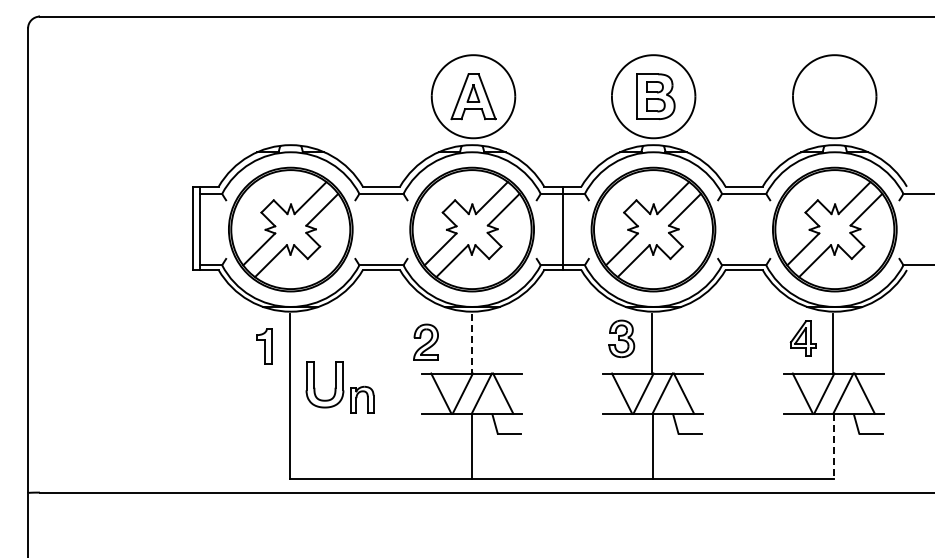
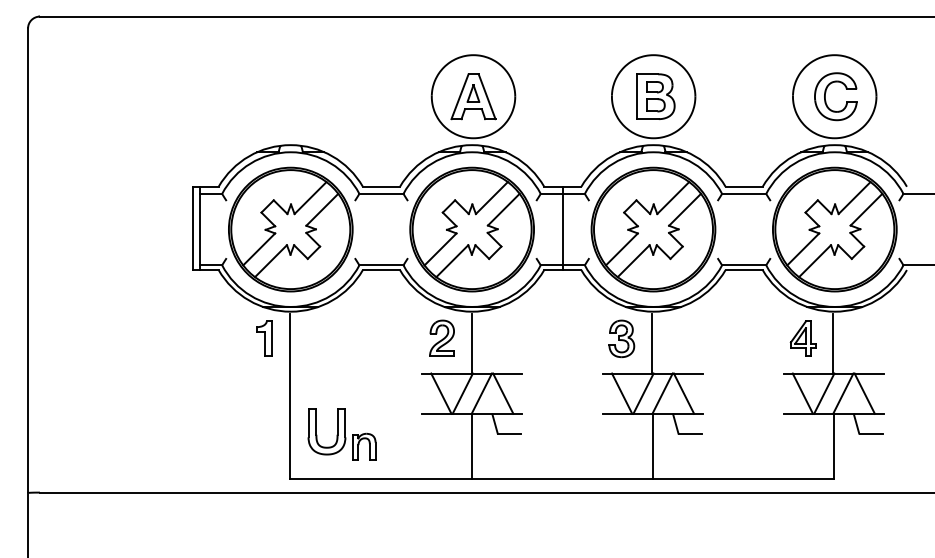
part at (826, 92): none -> present
part at (425, 341) position: (425, 341) -> (441, 337)
line at (471, 343): dashed -> solid
part at (264, 346) position: (264, 346) -> (264, 338)
part at (339, 387) position: (339, 387) -> (341, 434)
line at (833, 446): dashed -> solid
